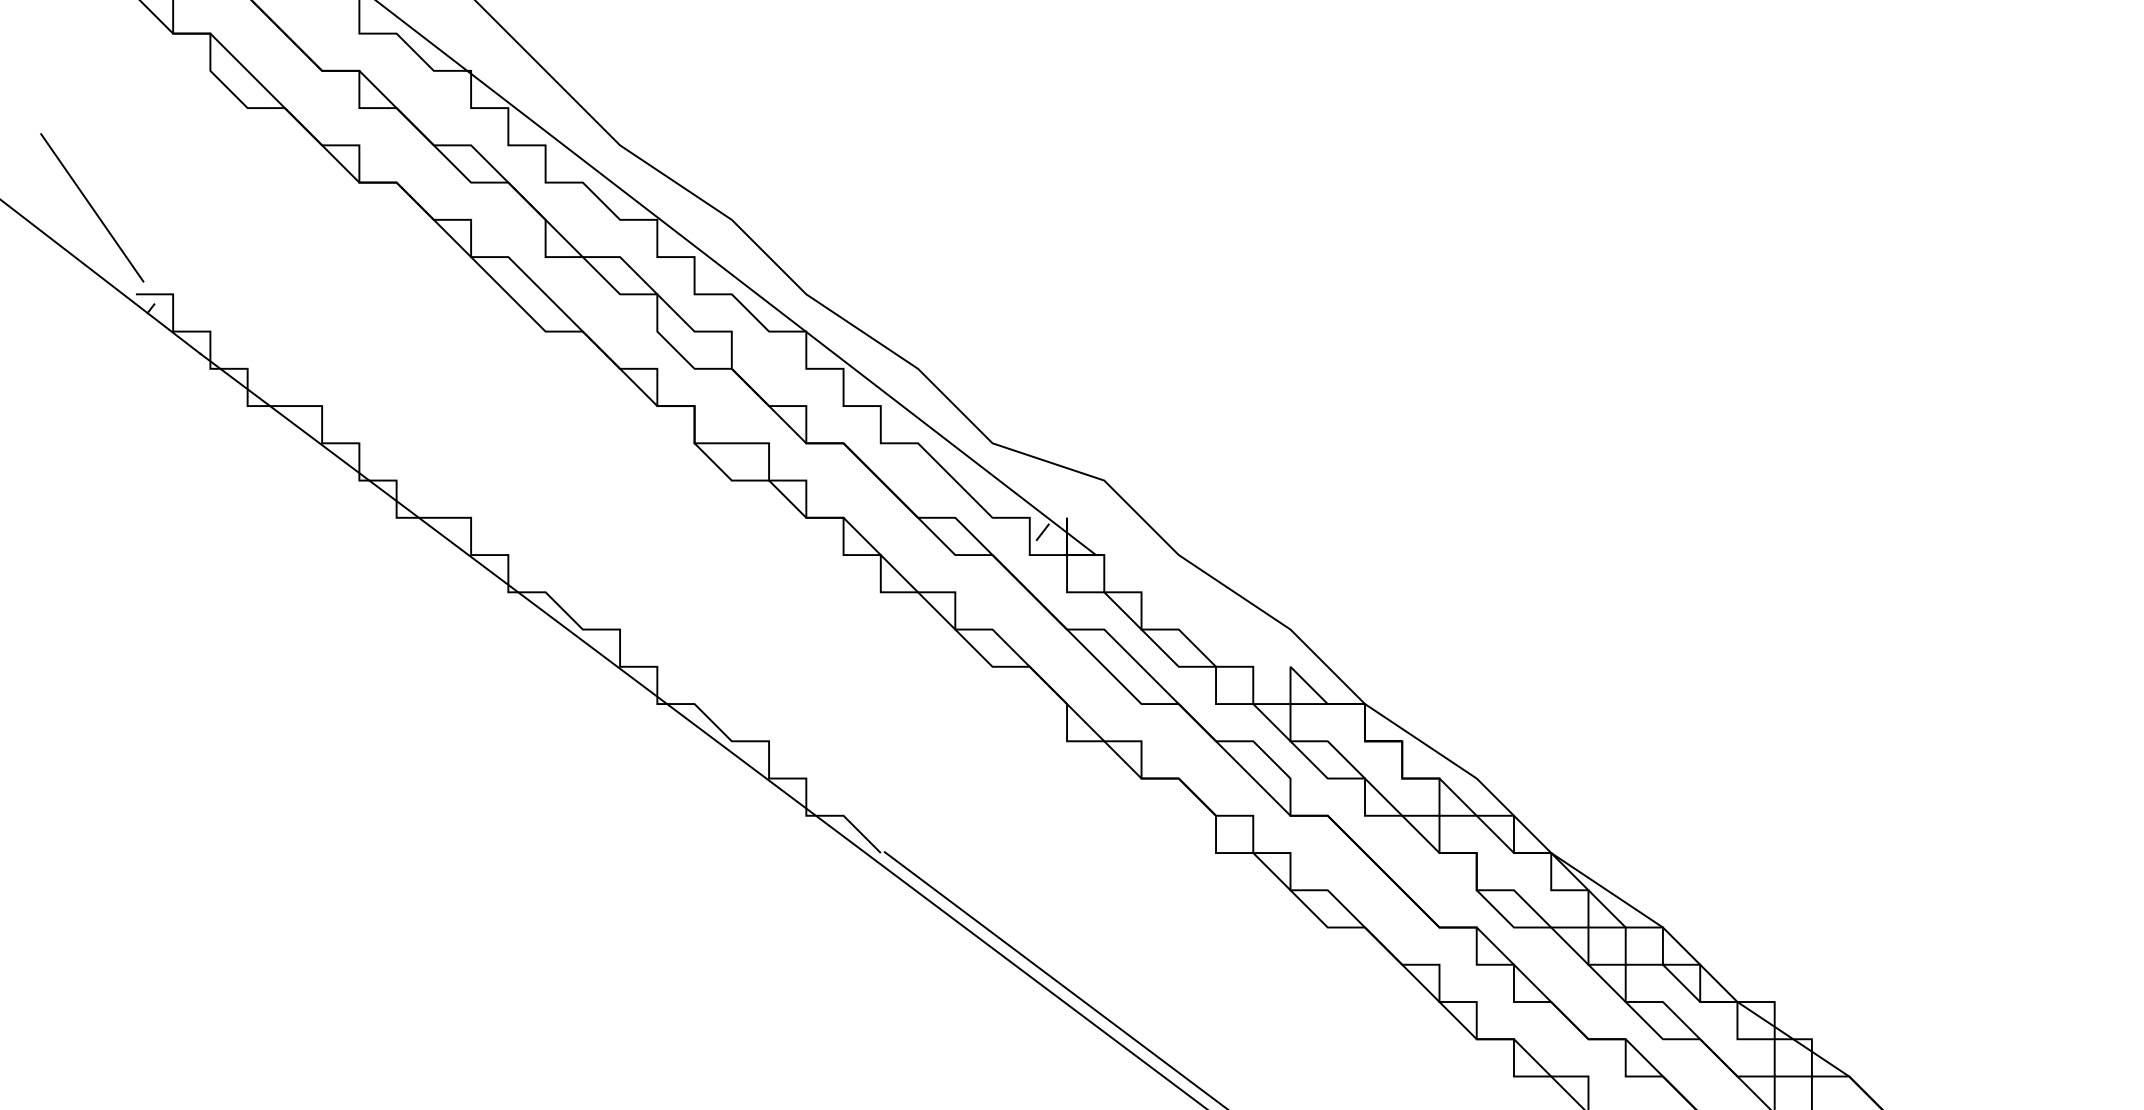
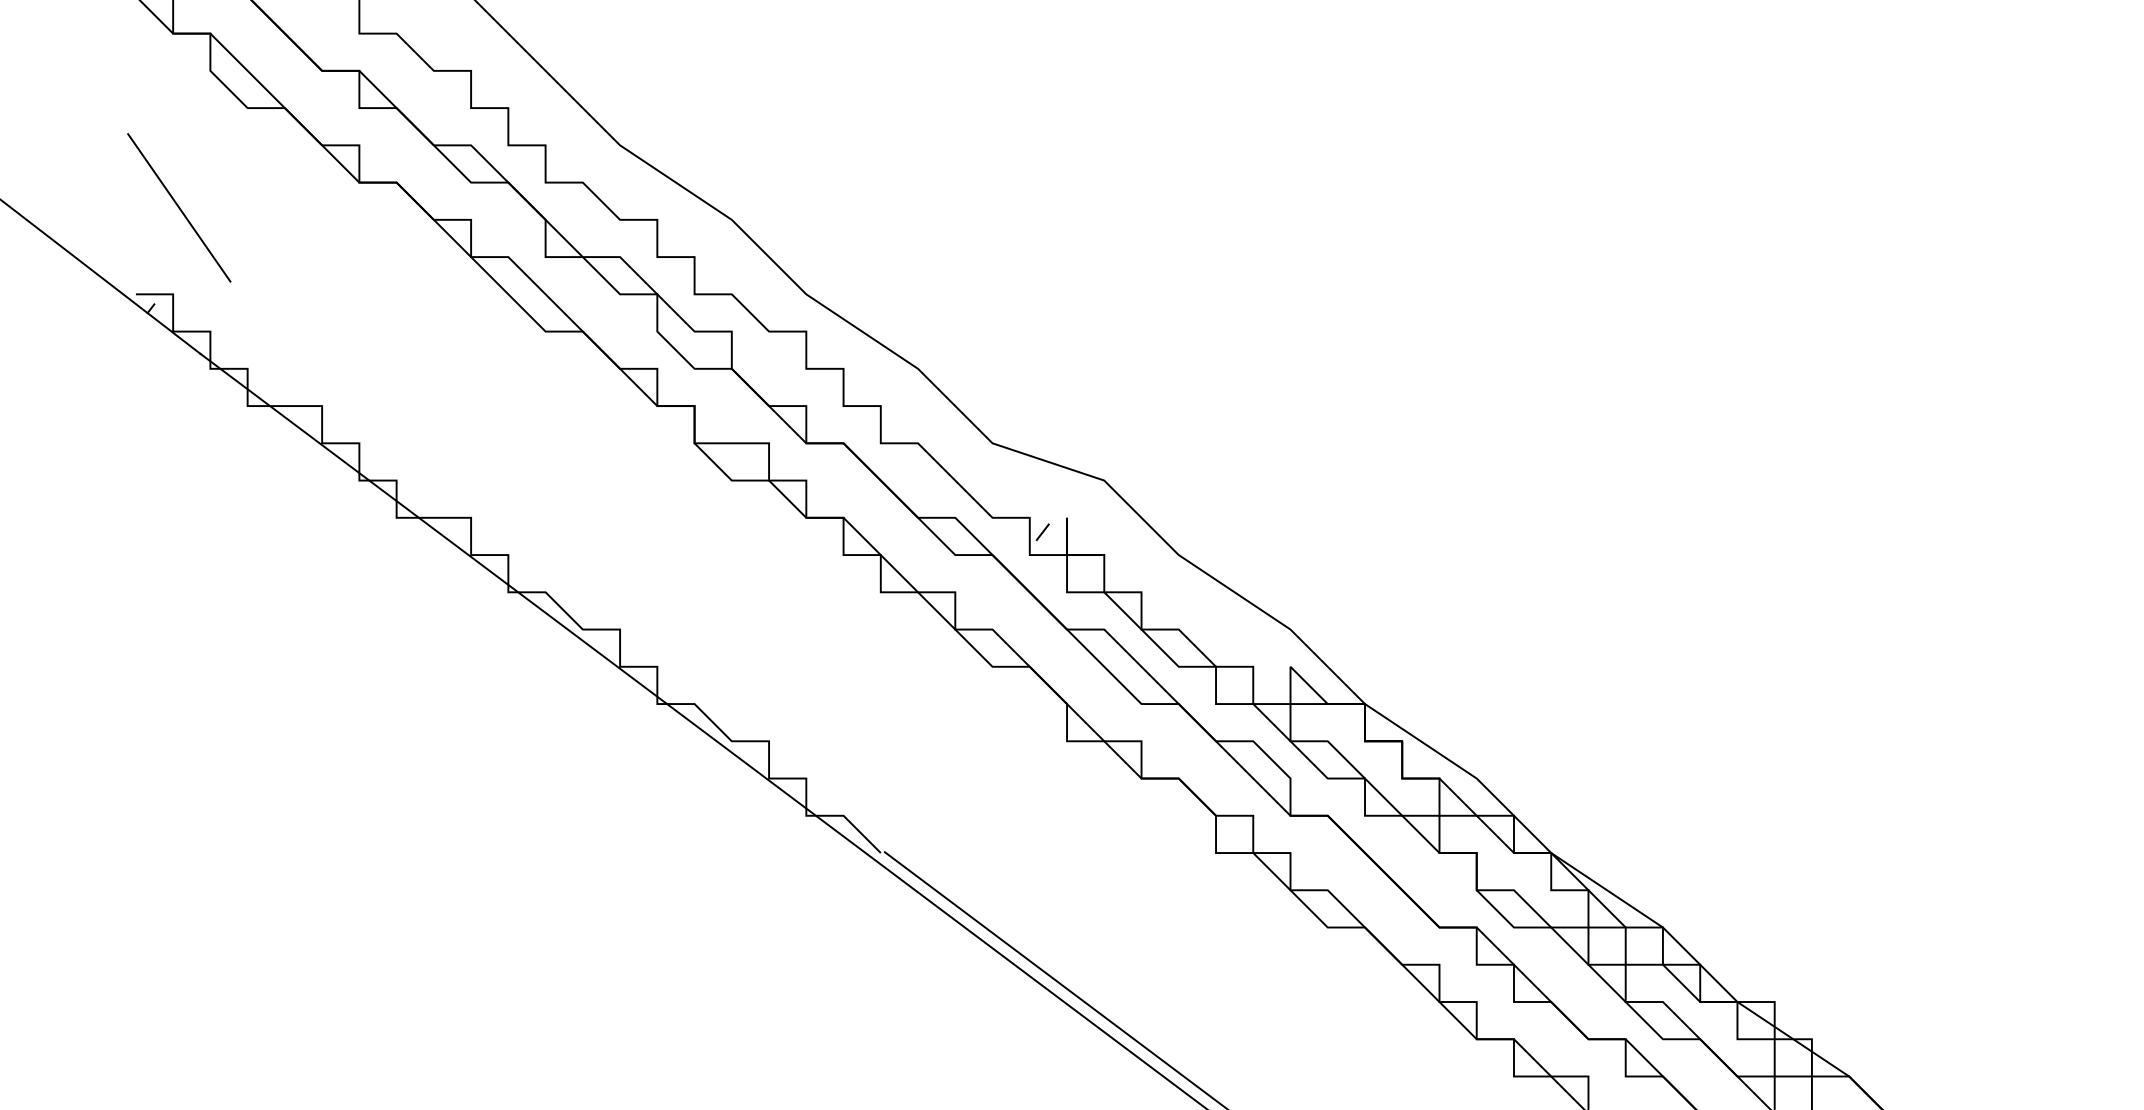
line at (92, 207) position: (92, 207) -> (179, 207)
line at (736, 278): present -> none
